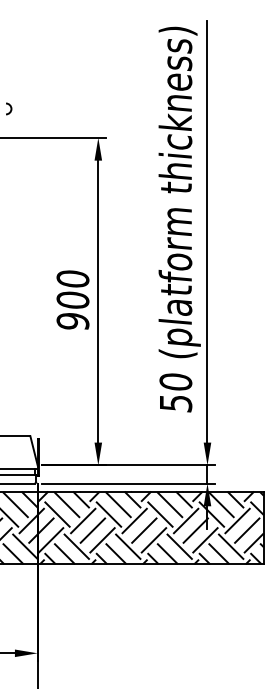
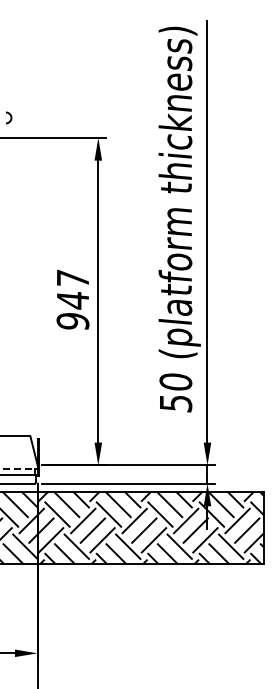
arc at (10, 108) position: (10, 108) -> (10, 117)
text at (72, 289): 900 -> 947
line at (19, 468): solid -> dashed
